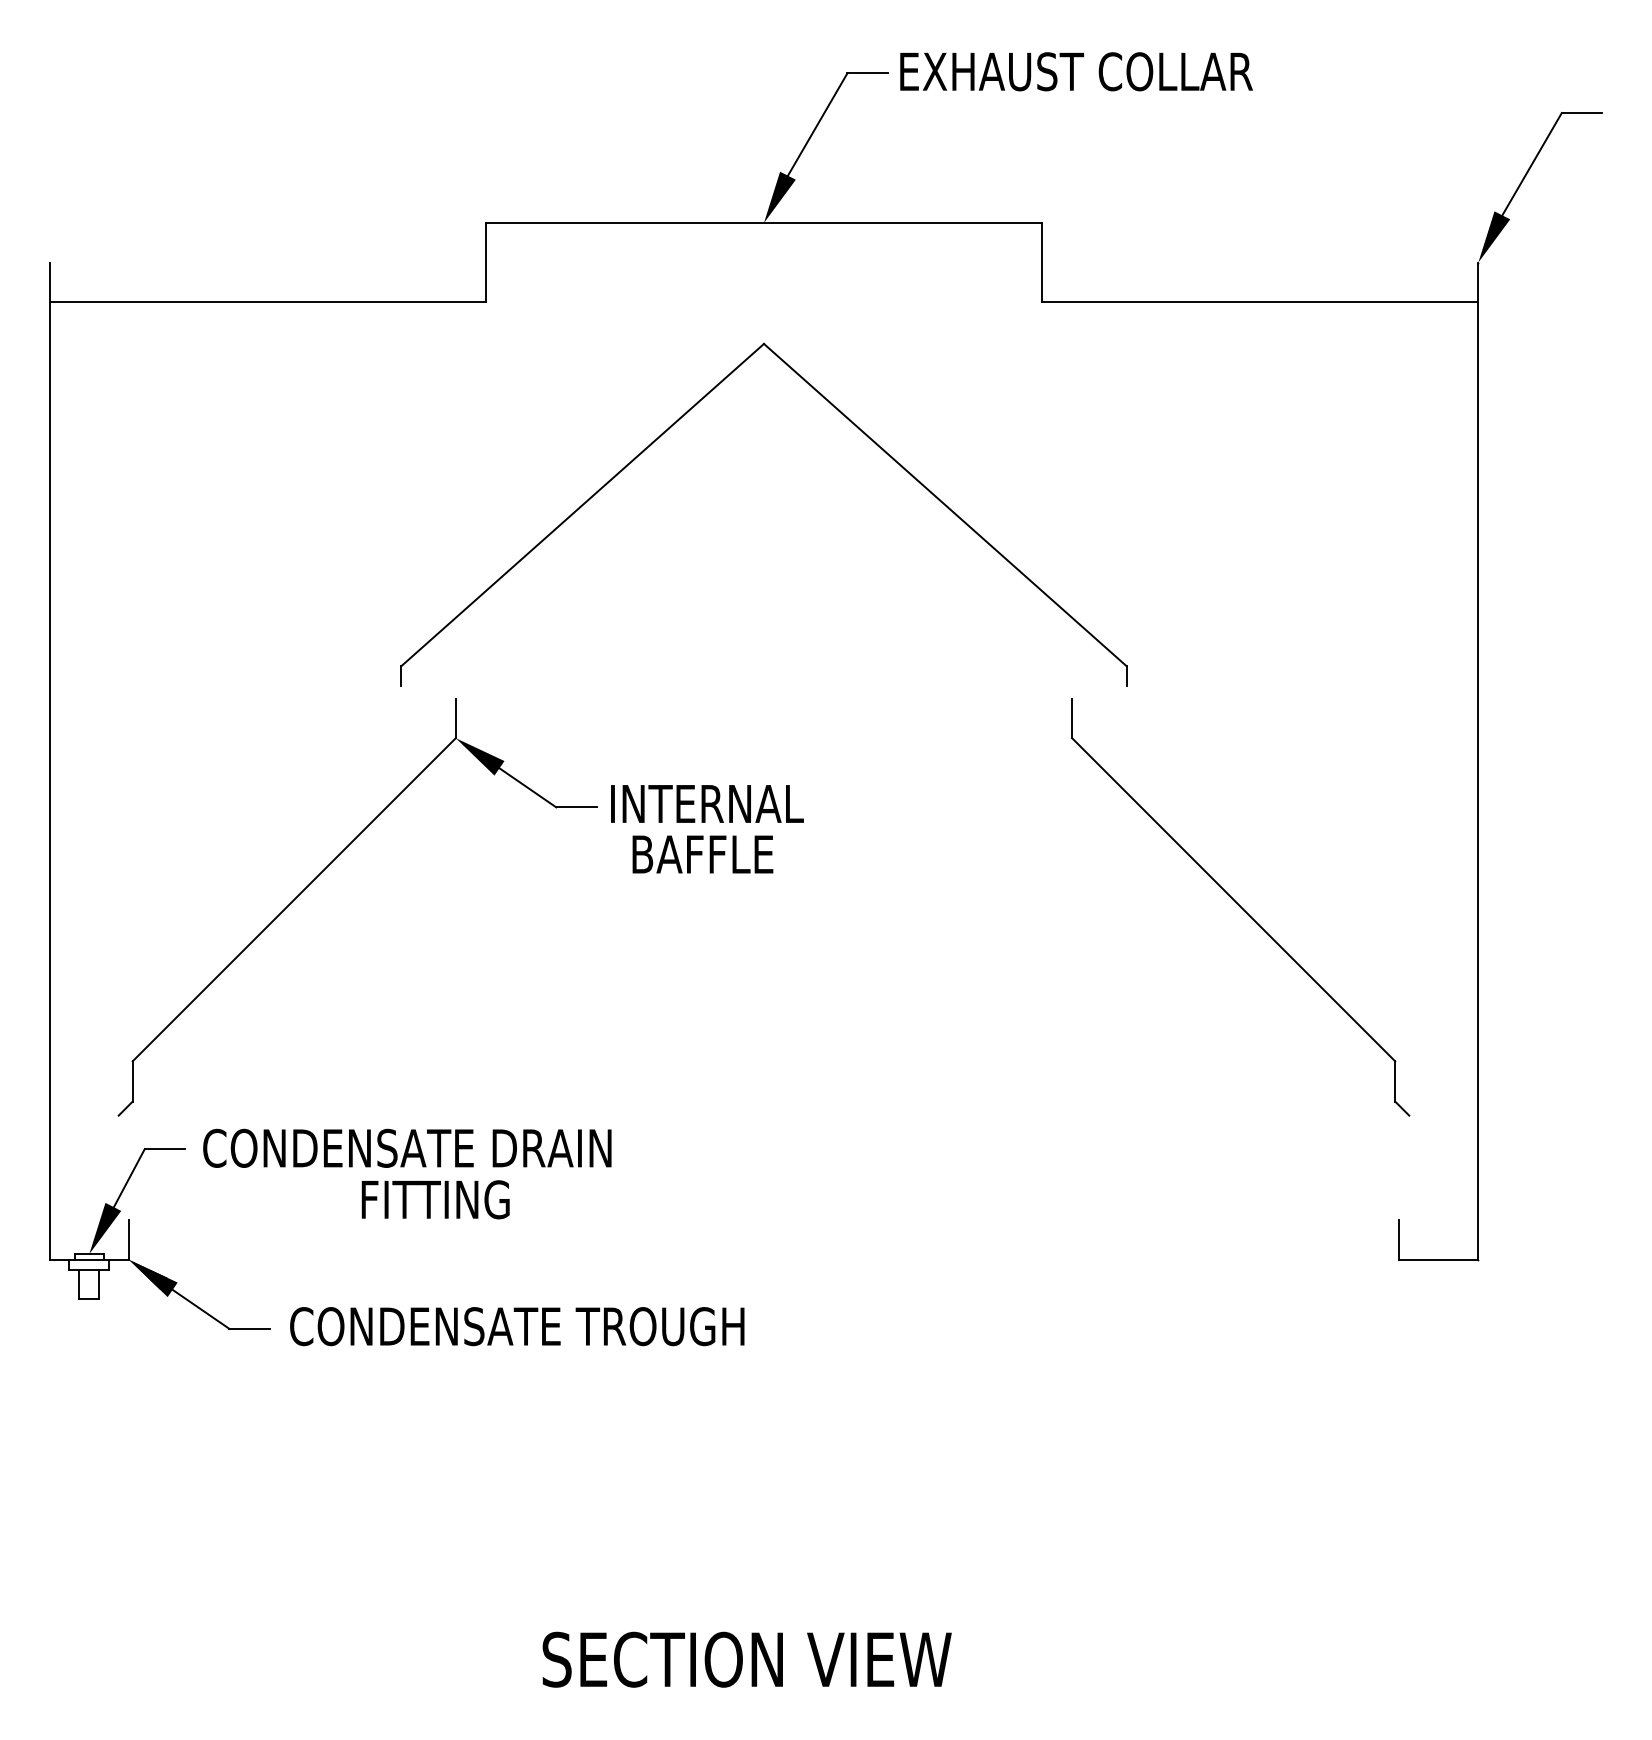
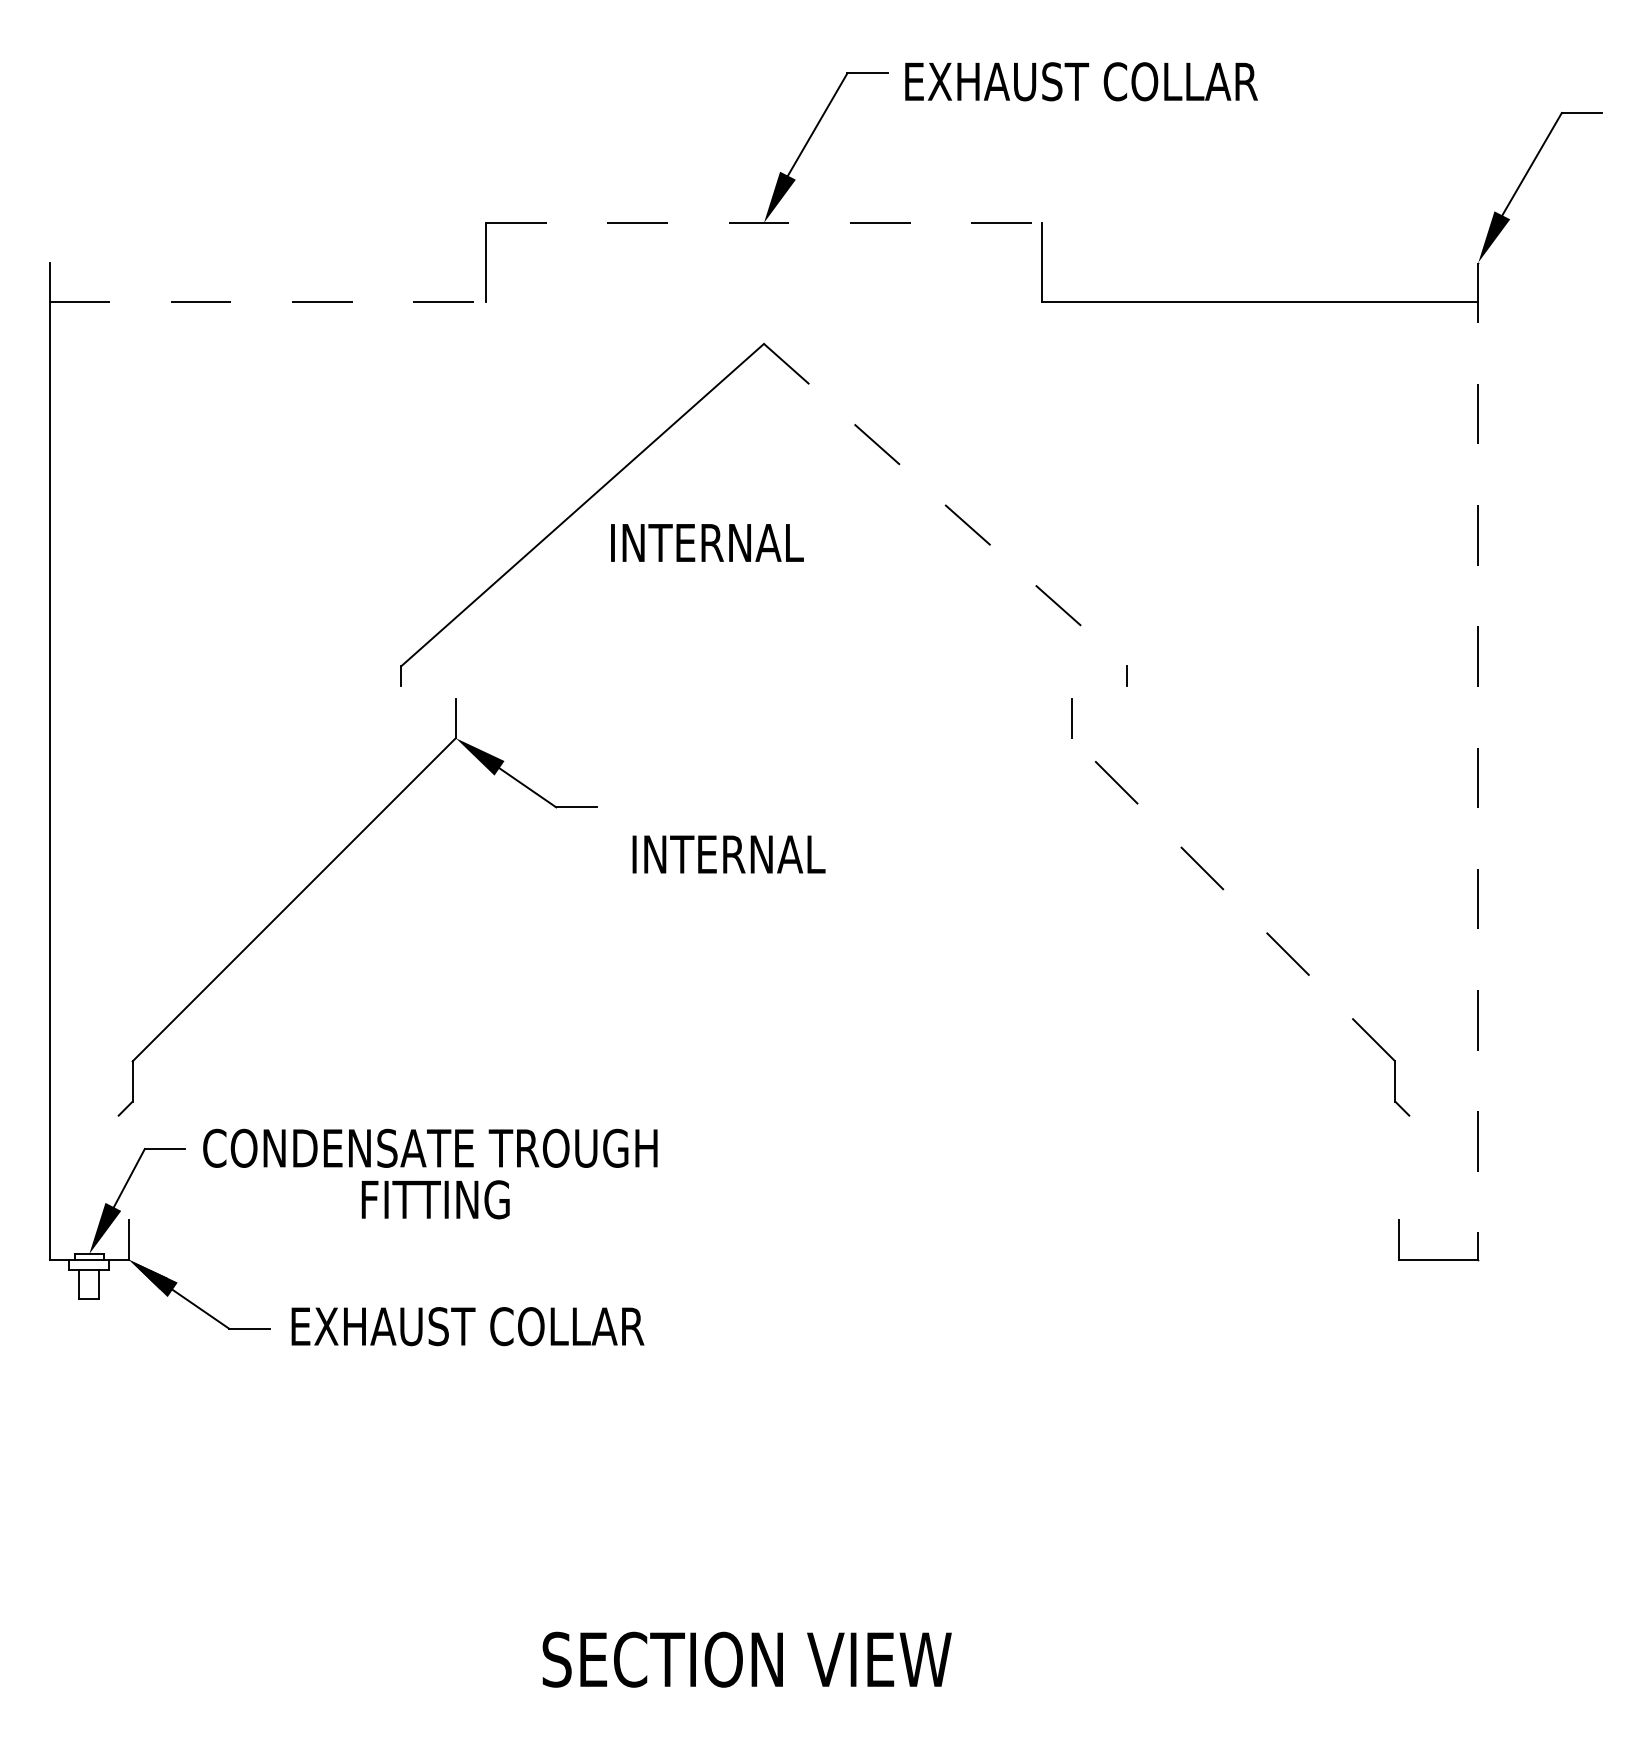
text at (1076, 71) position: (1076, 71) -> (1081, 81)
line at (763, 223): solid -> dashed
line at (268, 302): solid -> dashed
line at (945, 505): solid -> dashed
line at (1478, 761): solid -> dashed
text at (707, 803) position: (707, 803) -> (707, 542)
text at (730, 854): BAFFLE -> INTERNAL
line at (1233, 899): solid -> dashed
text at (572, 1147): CONDENSATE DRAIN -> CONDENSATE TROUGH
text at (517, 1326): CONDENSATE TROUGH -> EXHAUST COLLAR
